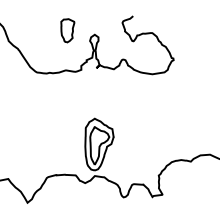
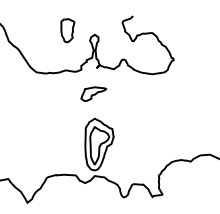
part at (93, 93): none -> present
